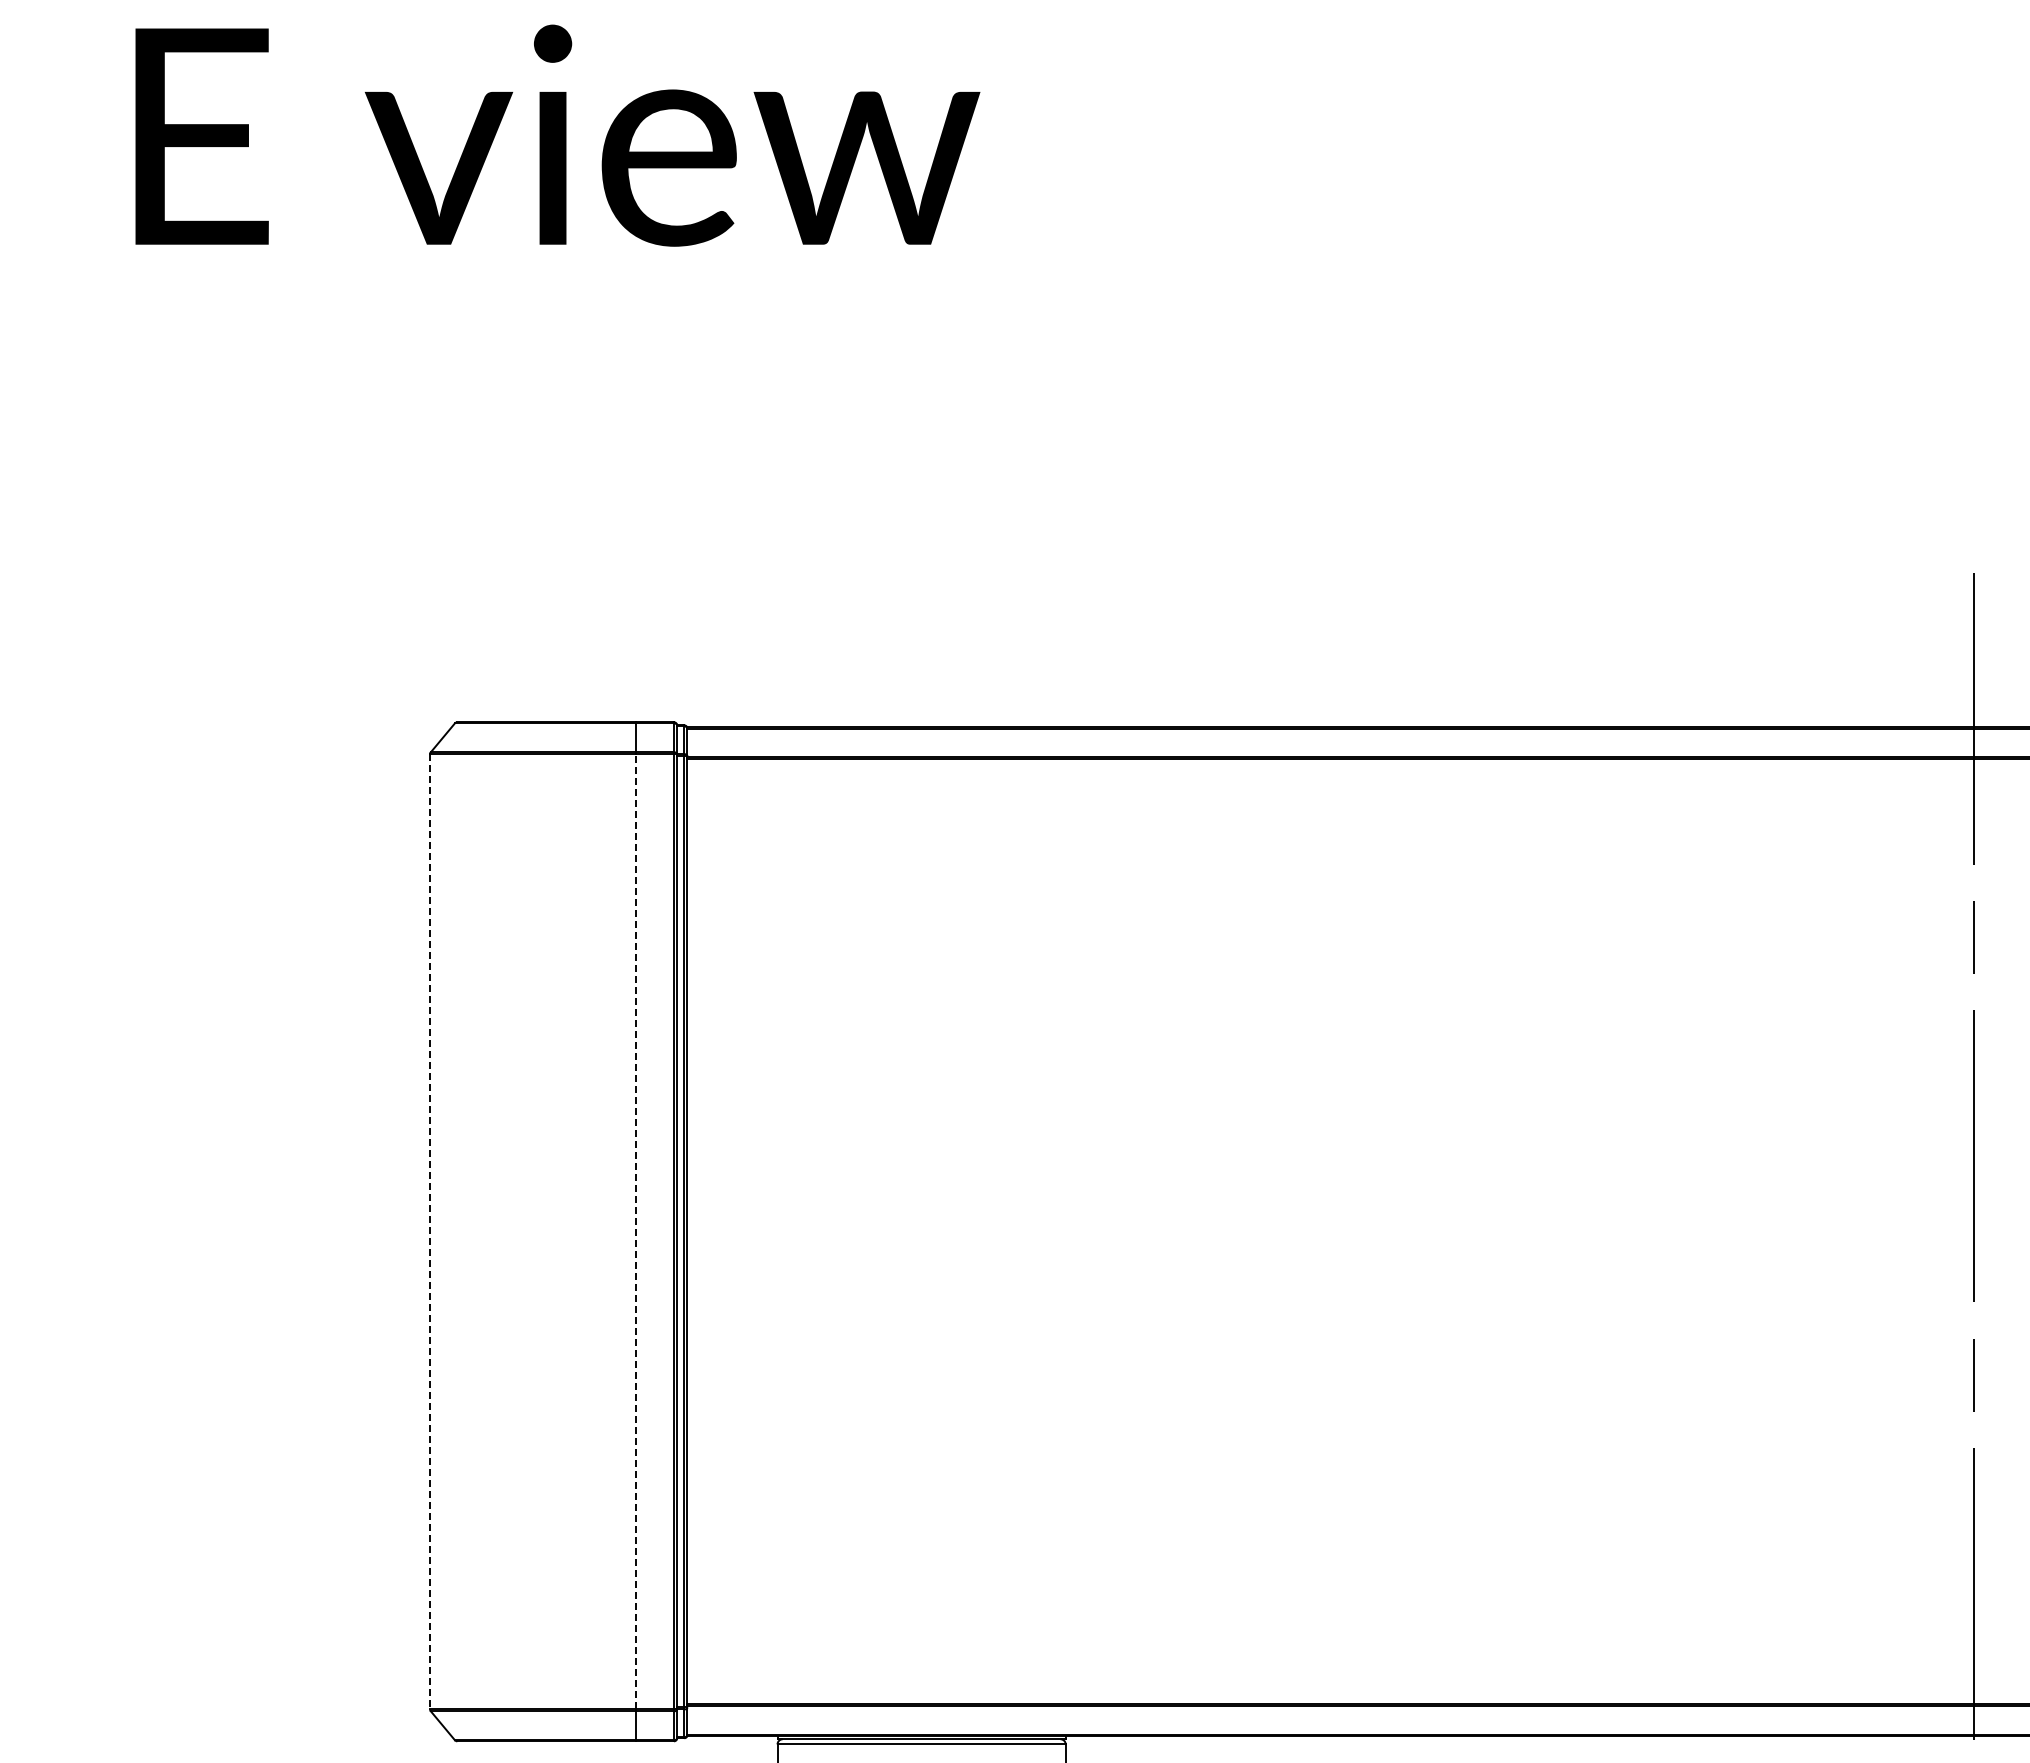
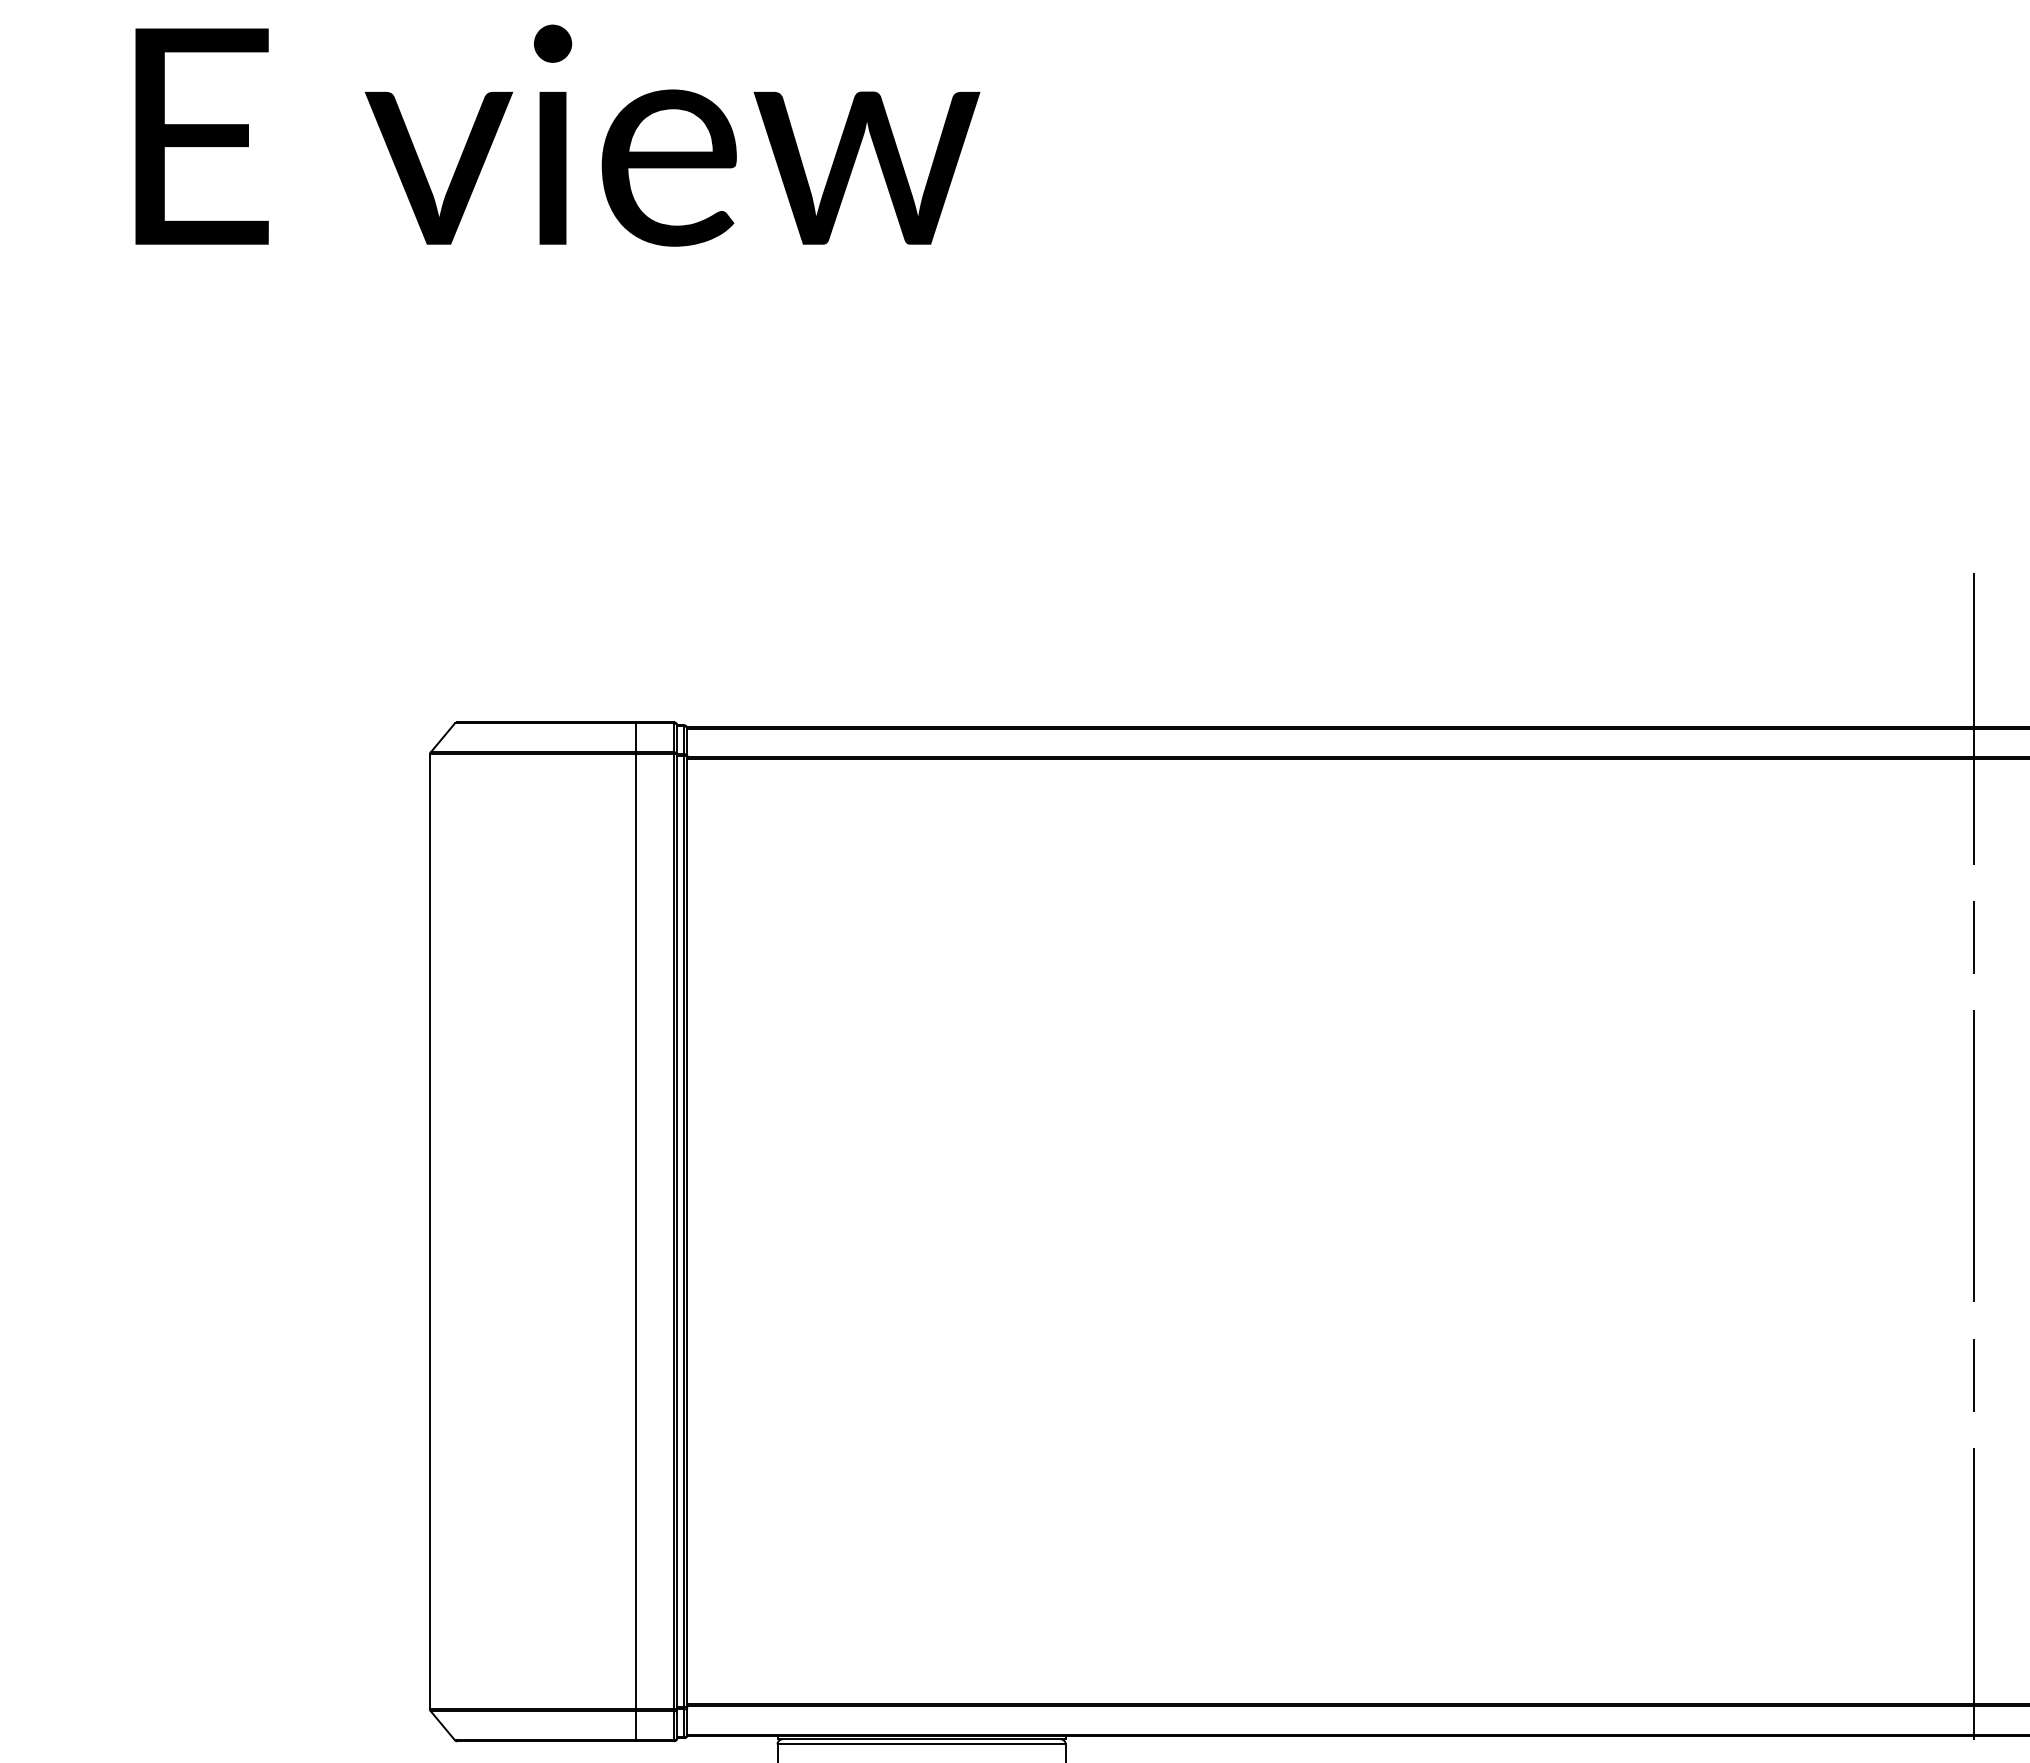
line at (430, 1231): dashed -> solid
line at (635, 1231): dashed -> solid
